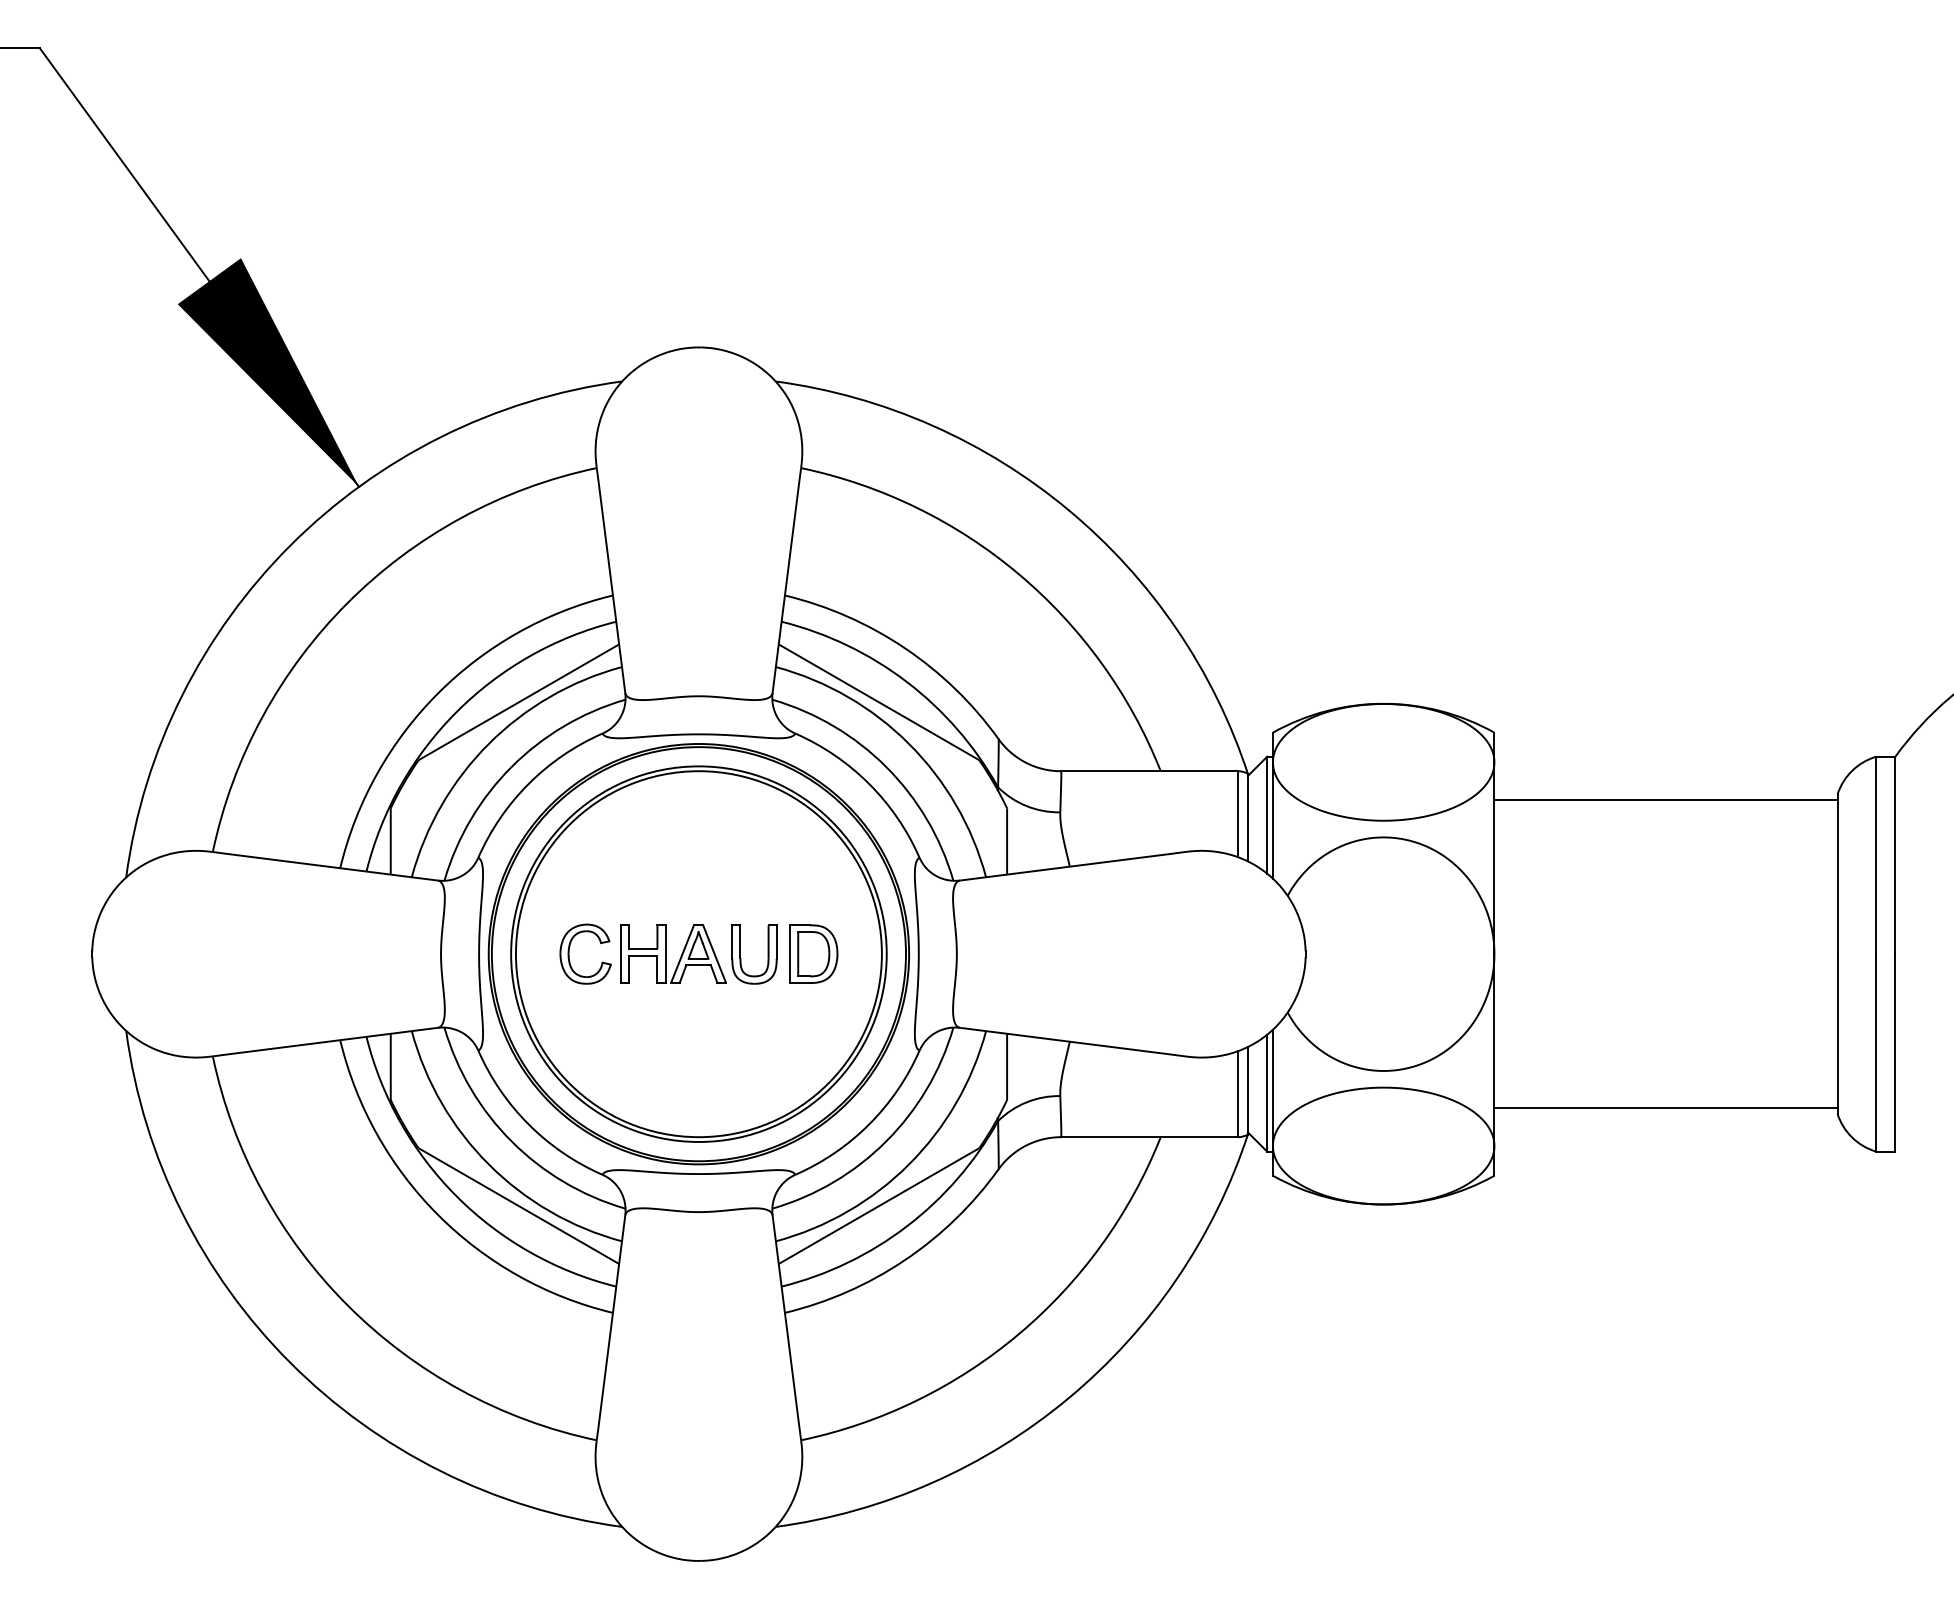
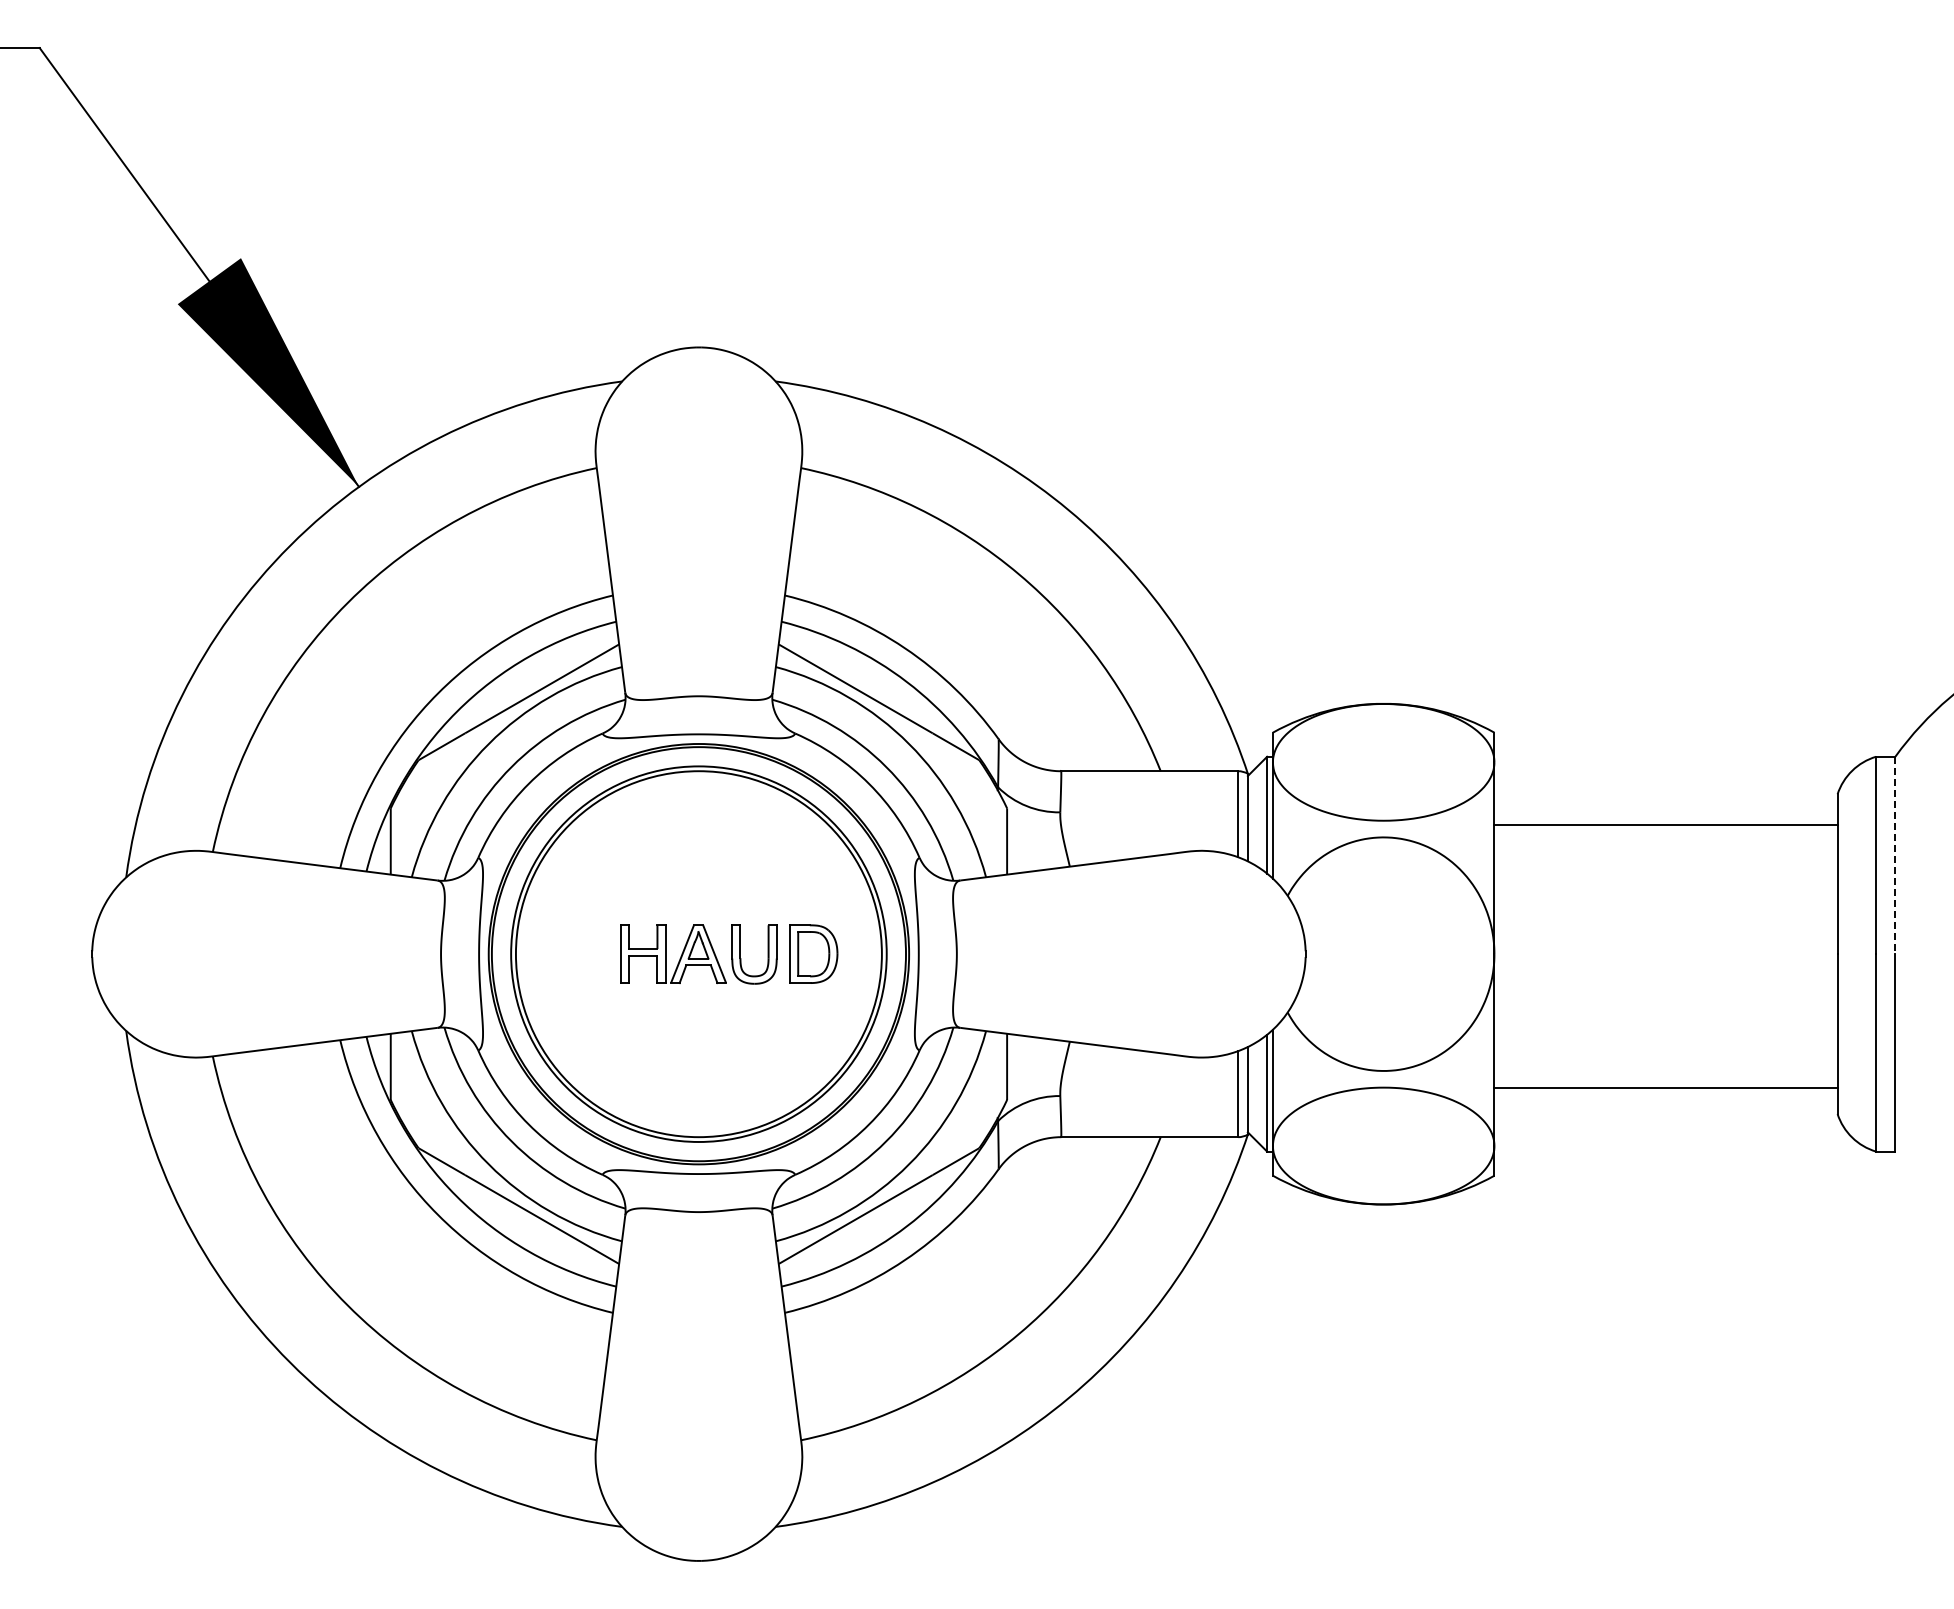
line at (1665, 800) position: (1665, 800) -> (1665, 825)
line at (1895, 855): solid -> dashed
part at (569, 953): present -> none
line at (1665, 1108) position: (1665, 1108) -> (1665, 1088)
